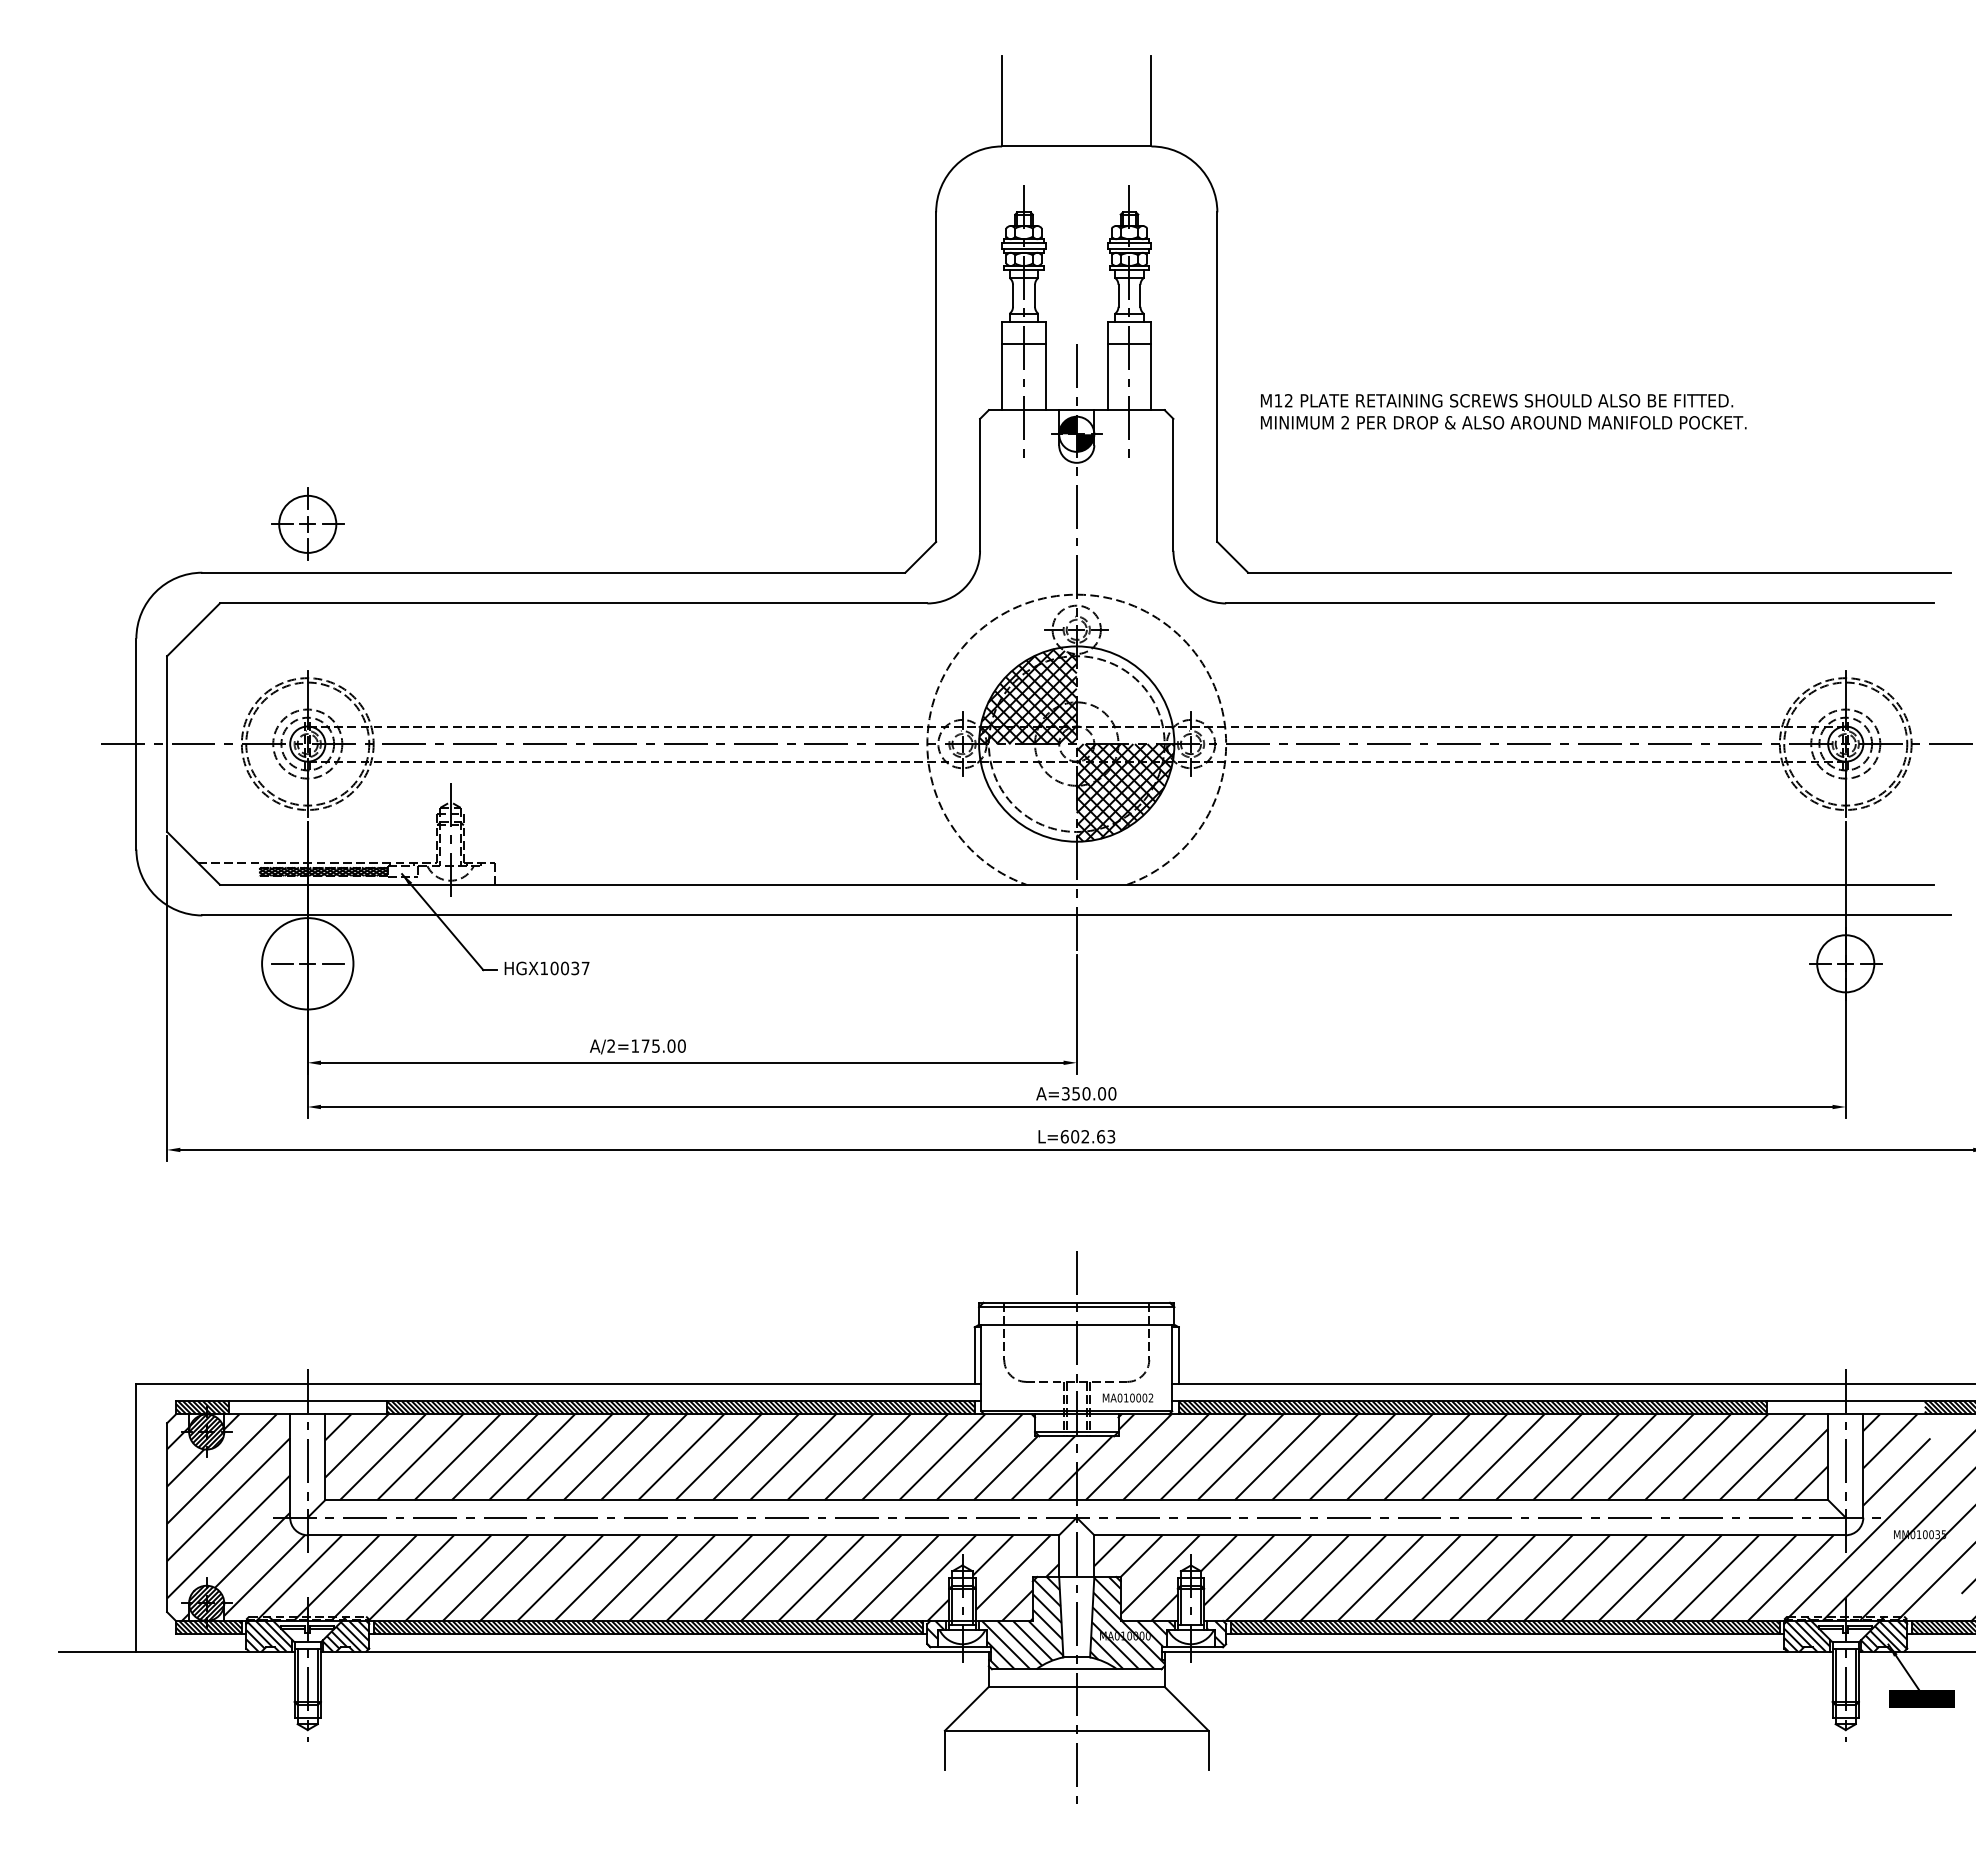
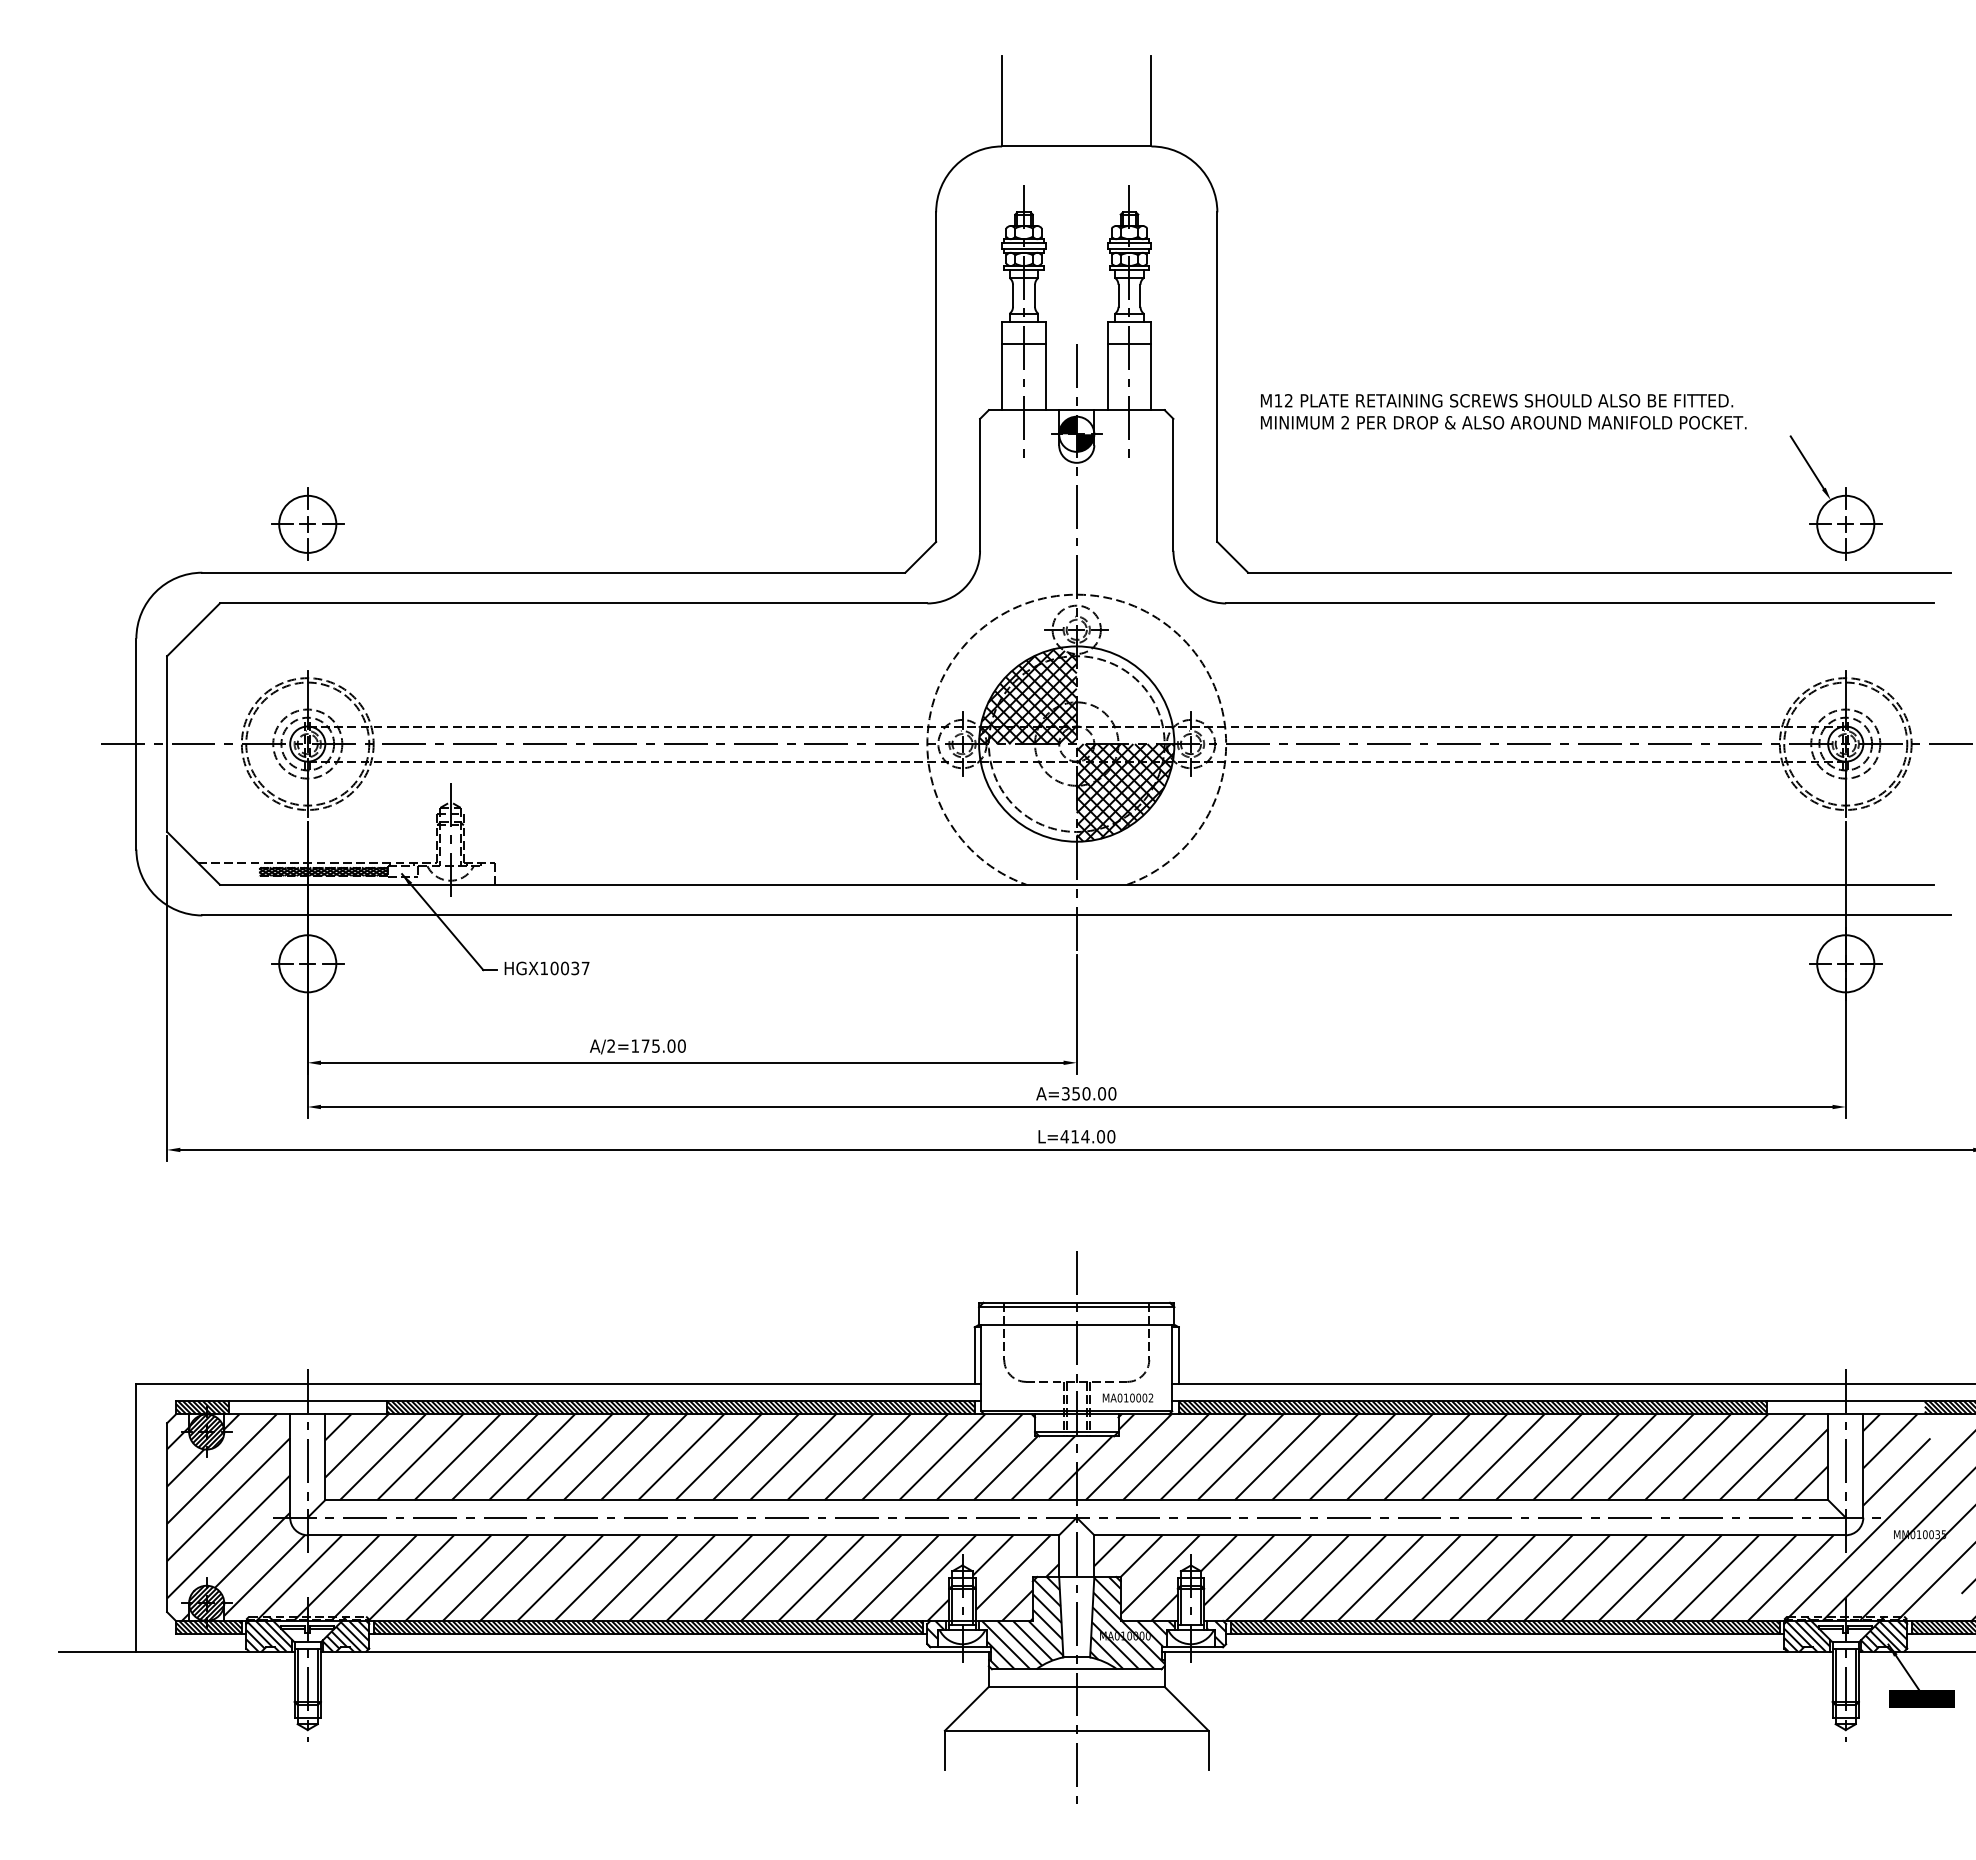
part at (1835, 497): none -> present
circle at (307, 963) diameter: 91 px -> 57 px
text at (1087, 1136): L=602.63 -> L=414.00
